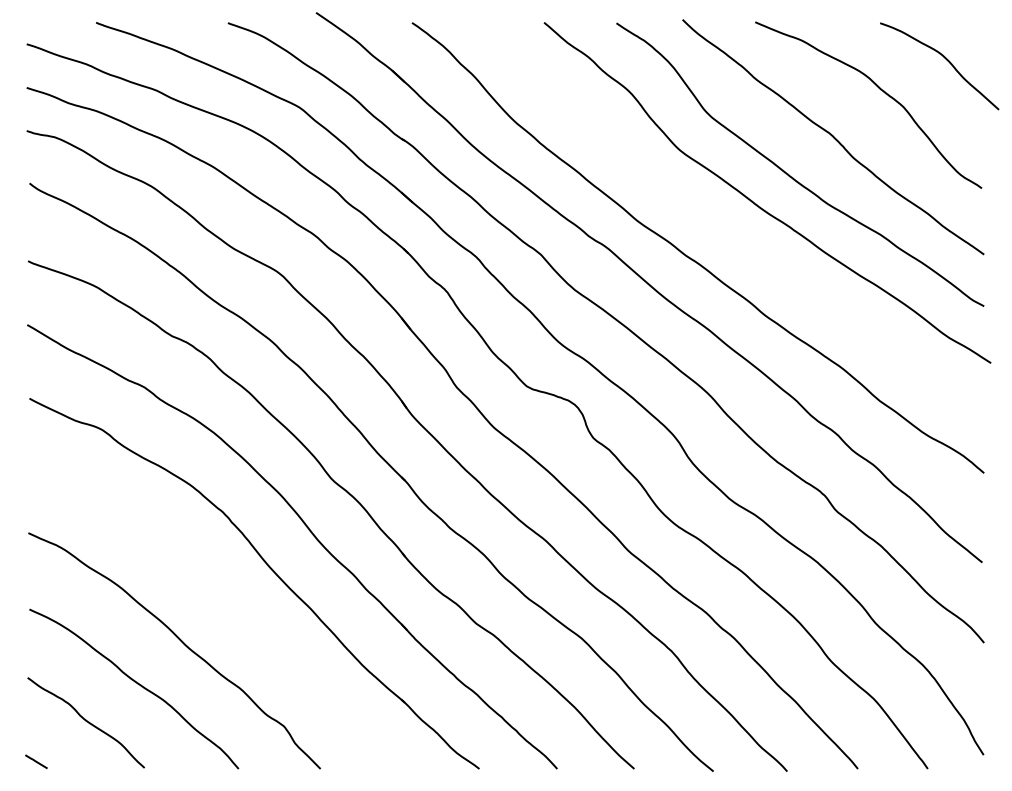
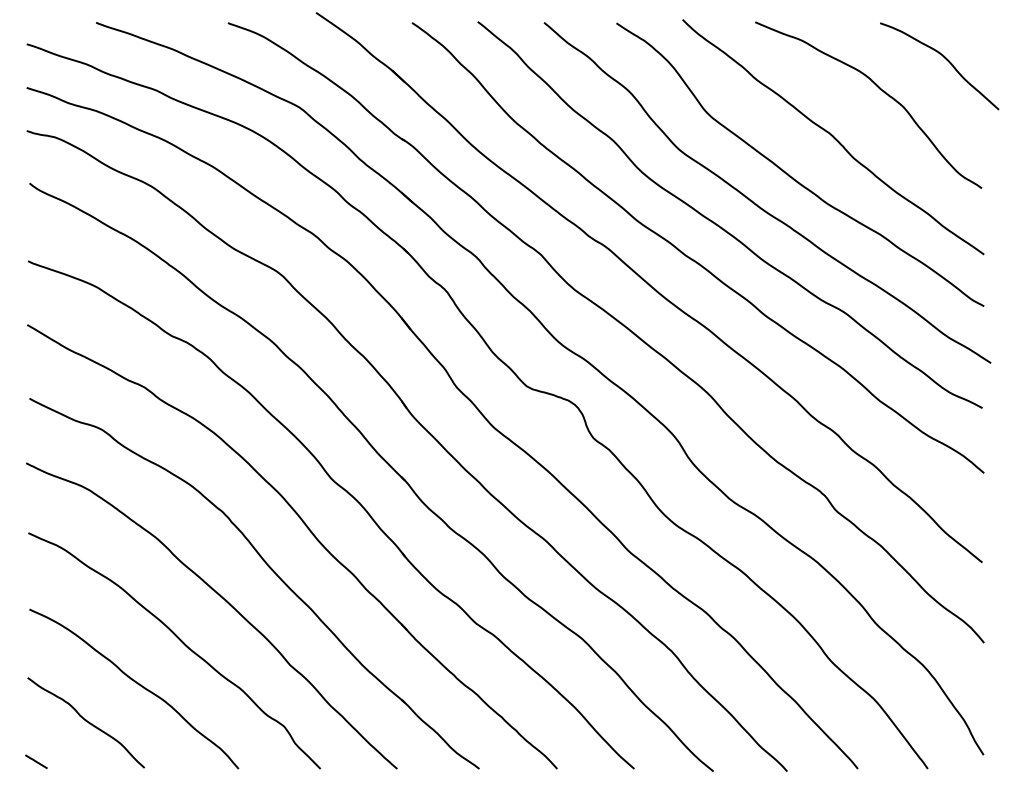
curve at (721, 226): none -> present
curve at (221, 598): none -> present
